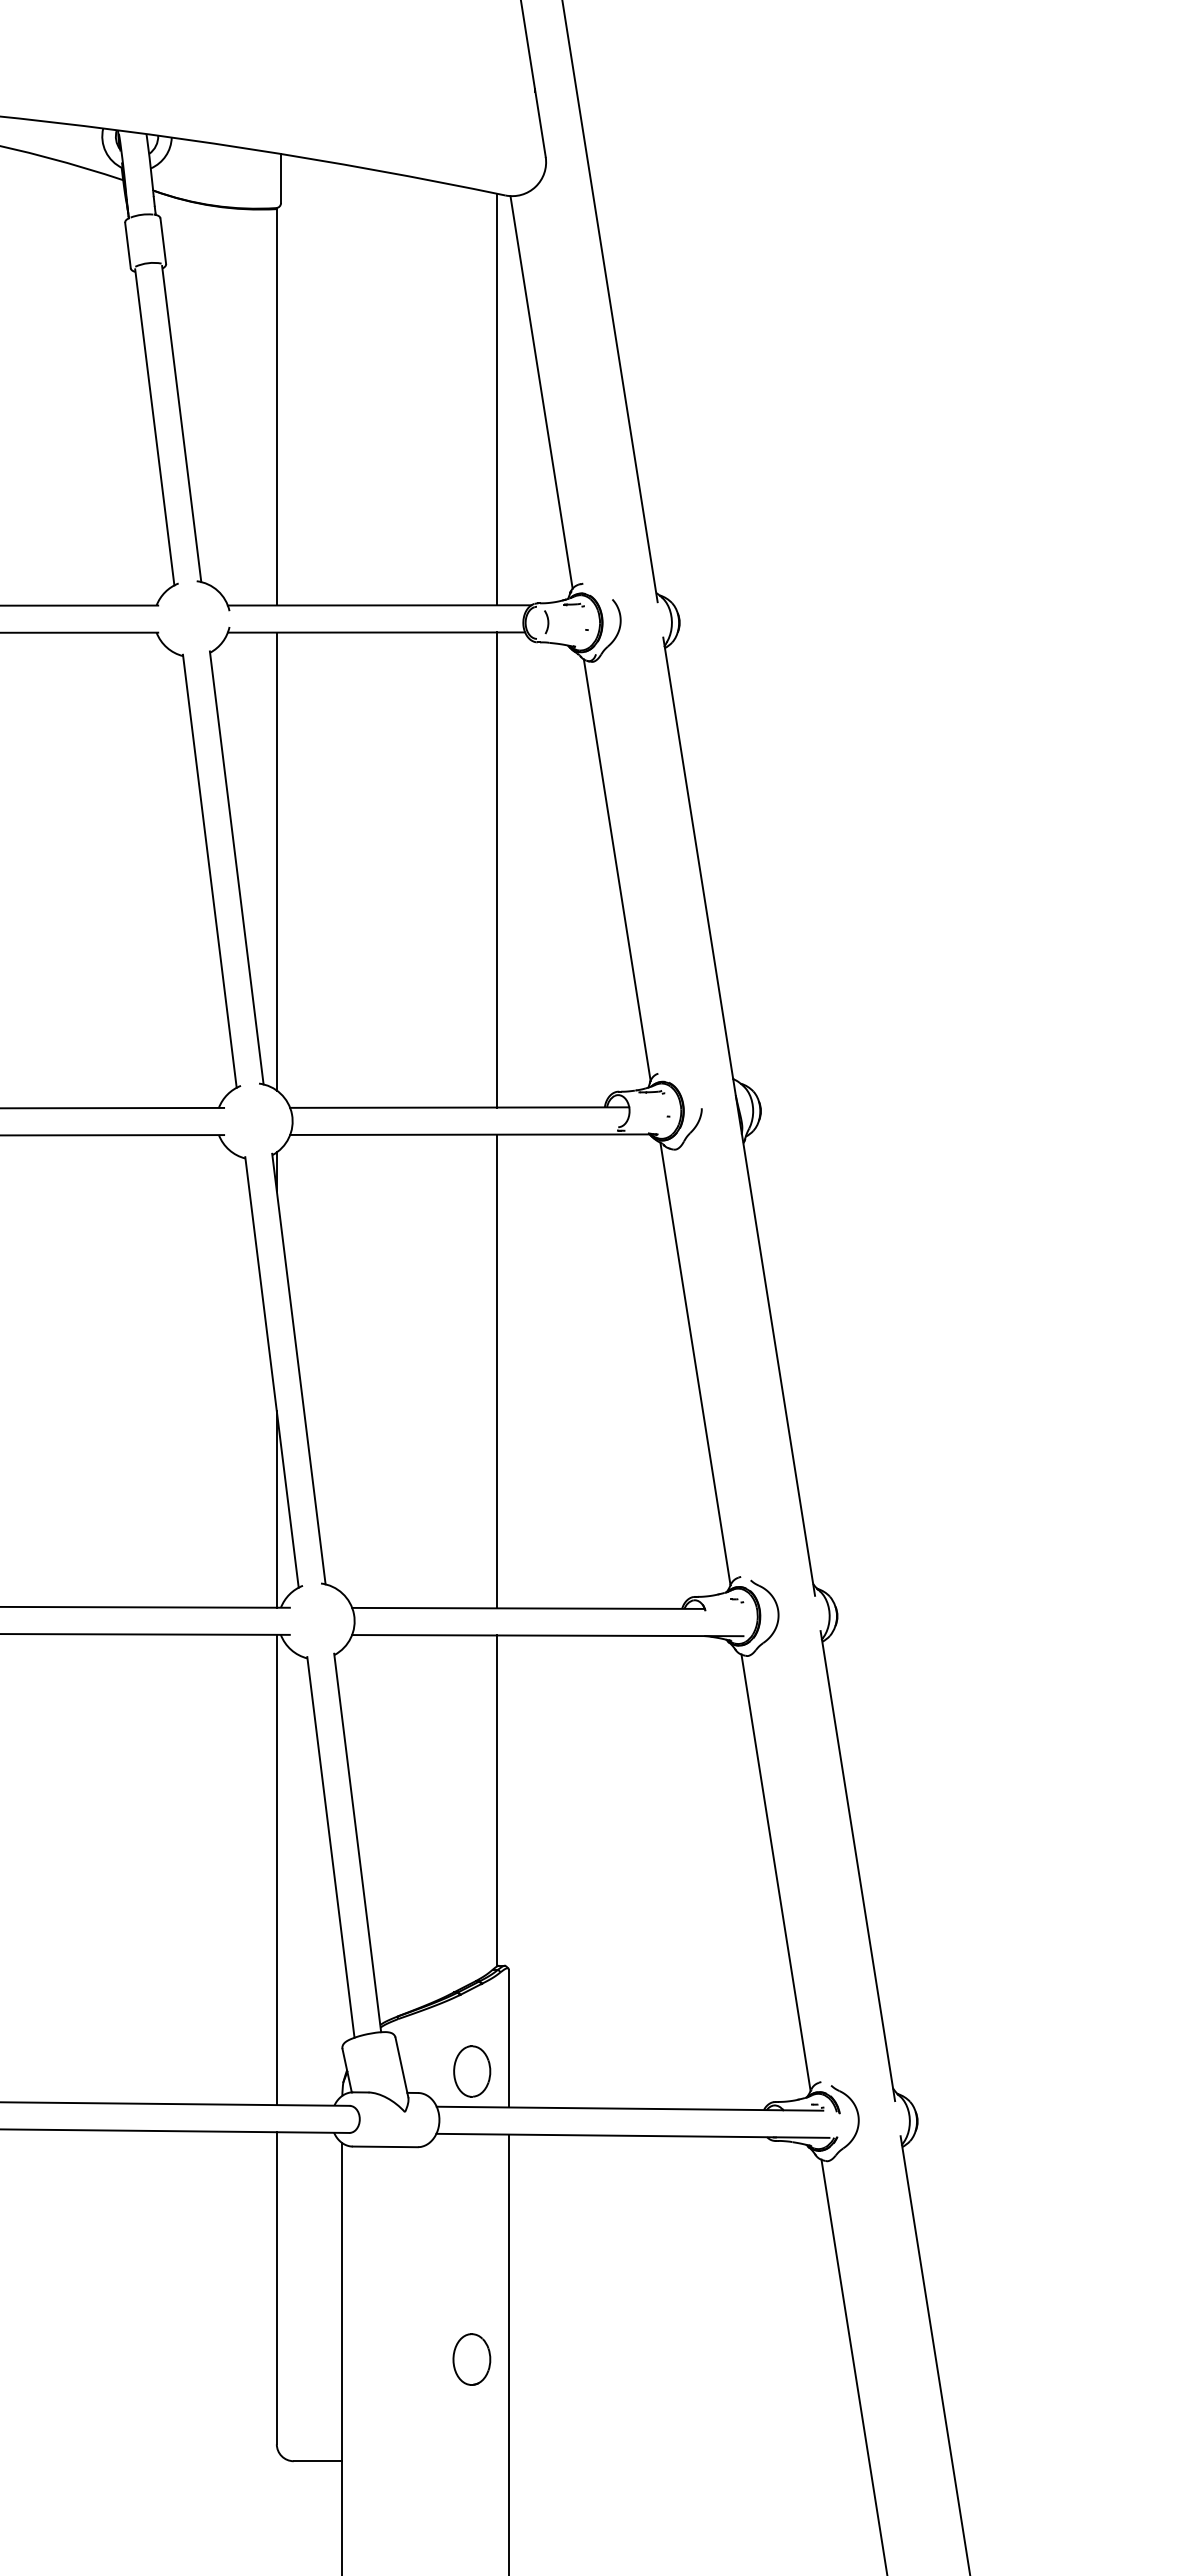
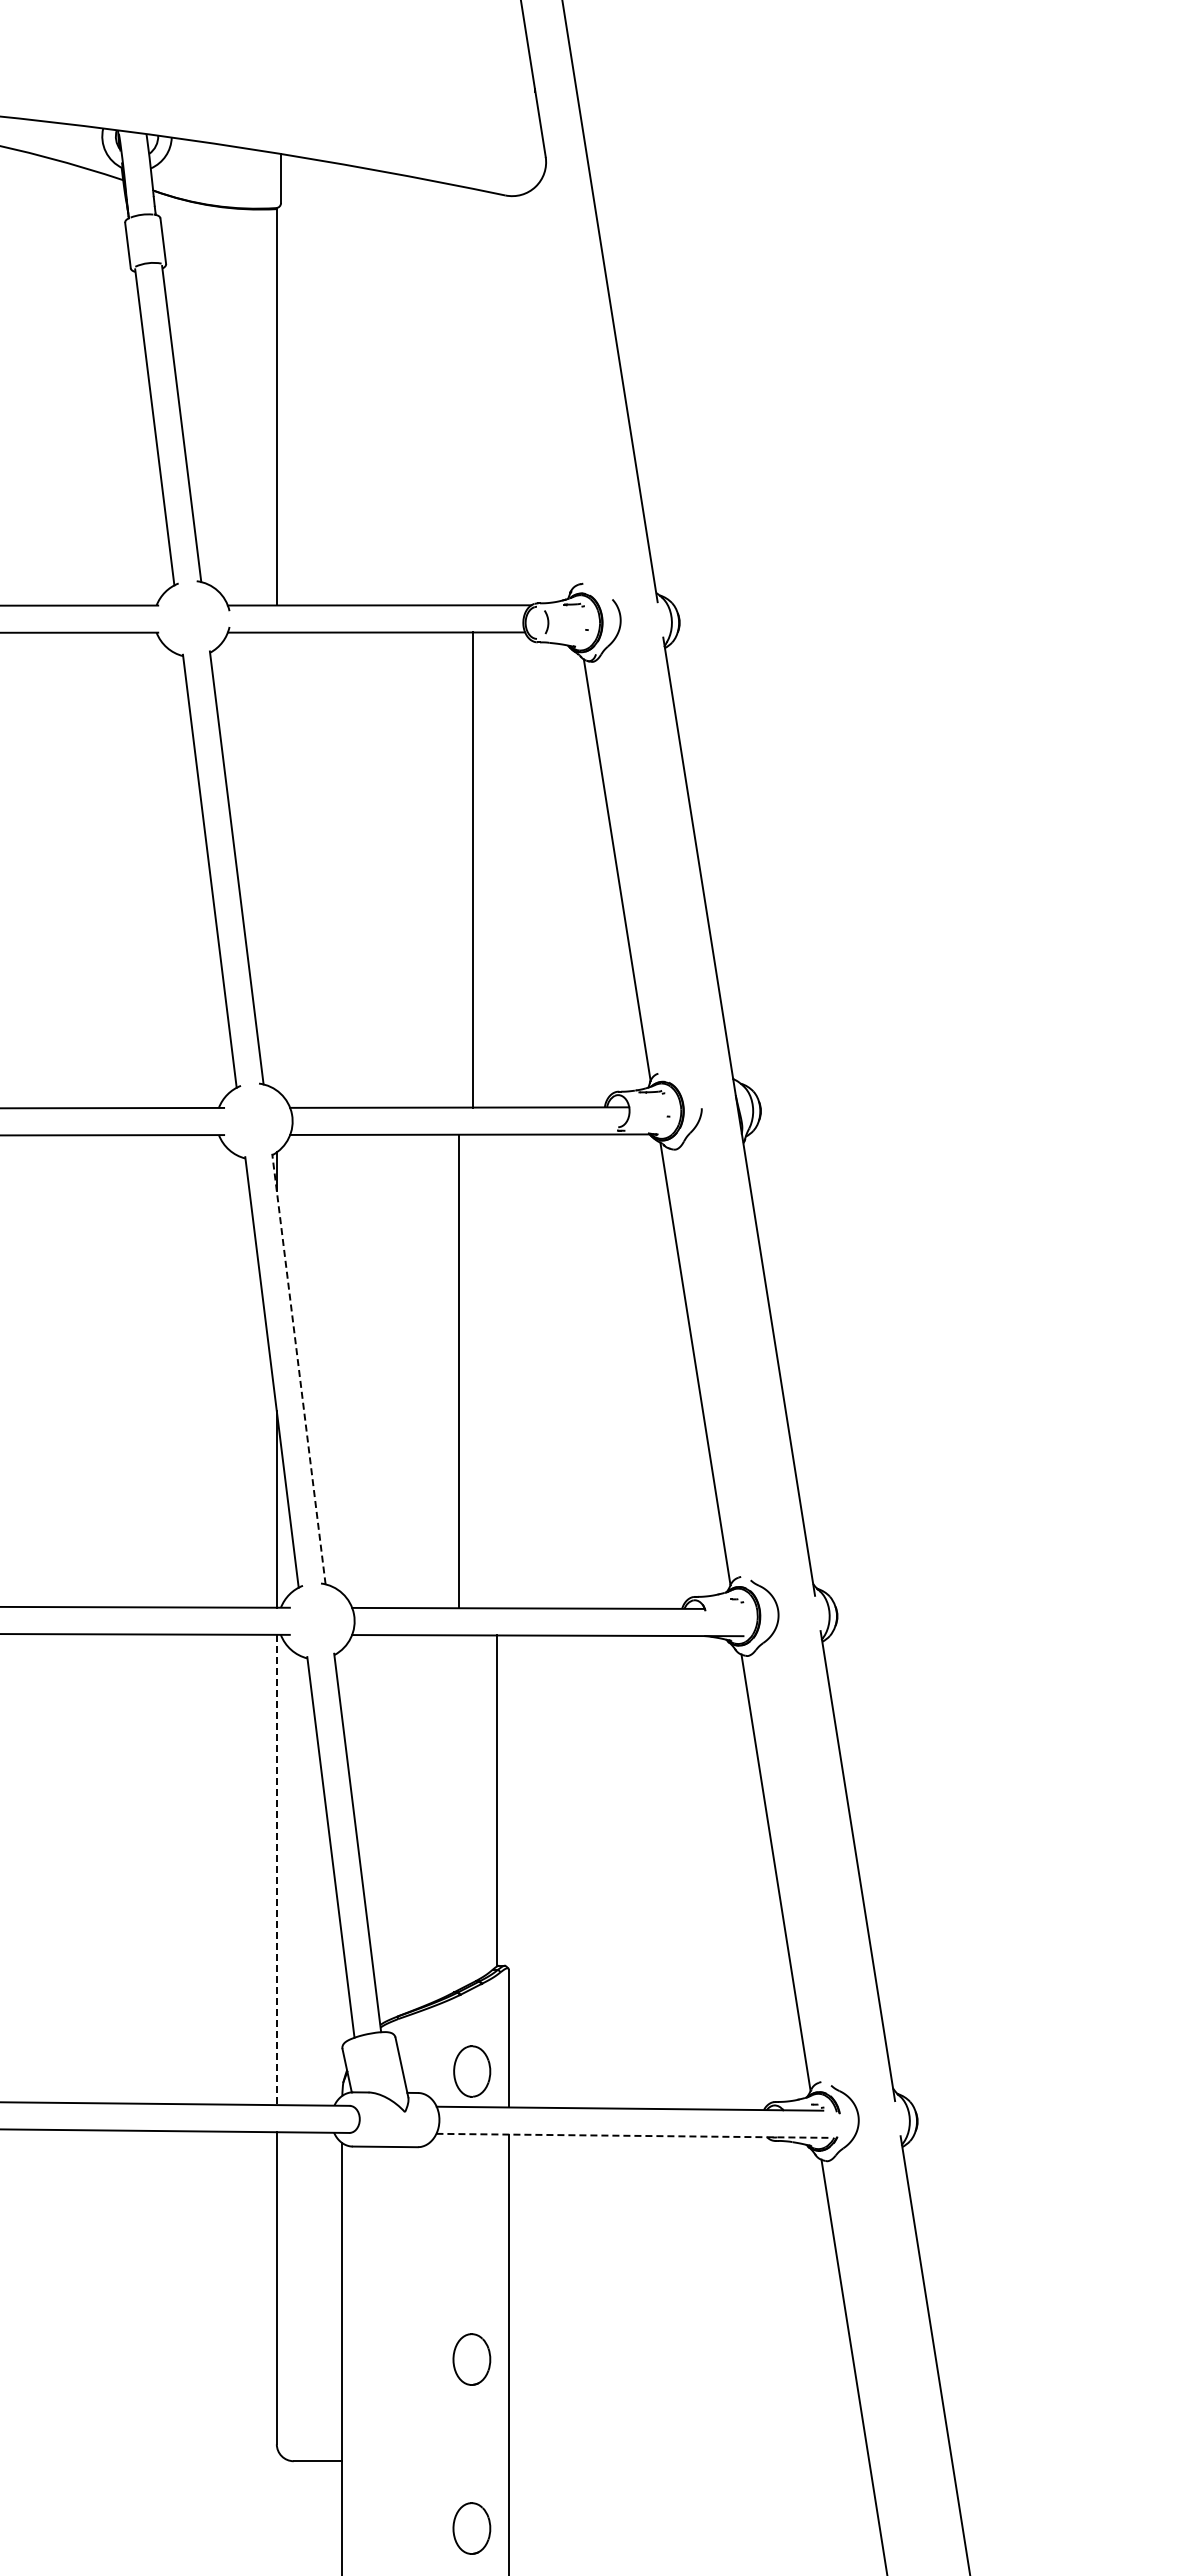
line at (541, 392): present -> none
line at (497, 399): present -> none
line at (276, 861): present -> none
line at (497, 869) position: (497, 869) -> (473, 869)
line at (298, 1369): solid -> dashed
line at (497, 1371) position: (497, 1371) -> (459, 1371)
line at (276, 1870): solid -> dashed
line at (632, 2135): solid -> dashed
part at (471, 2528): none -> present
